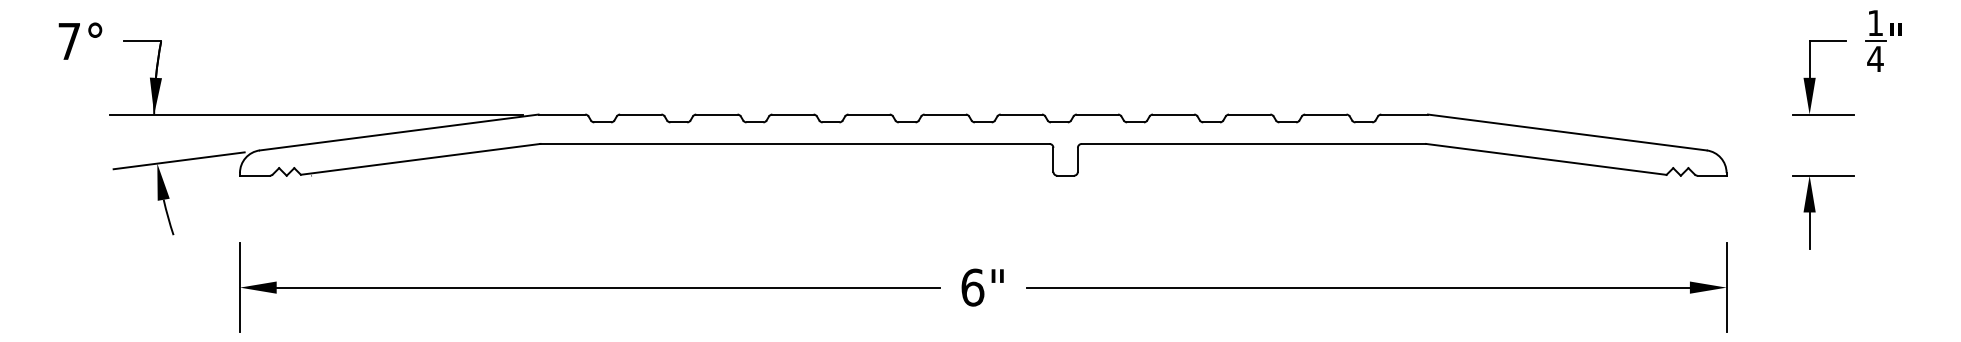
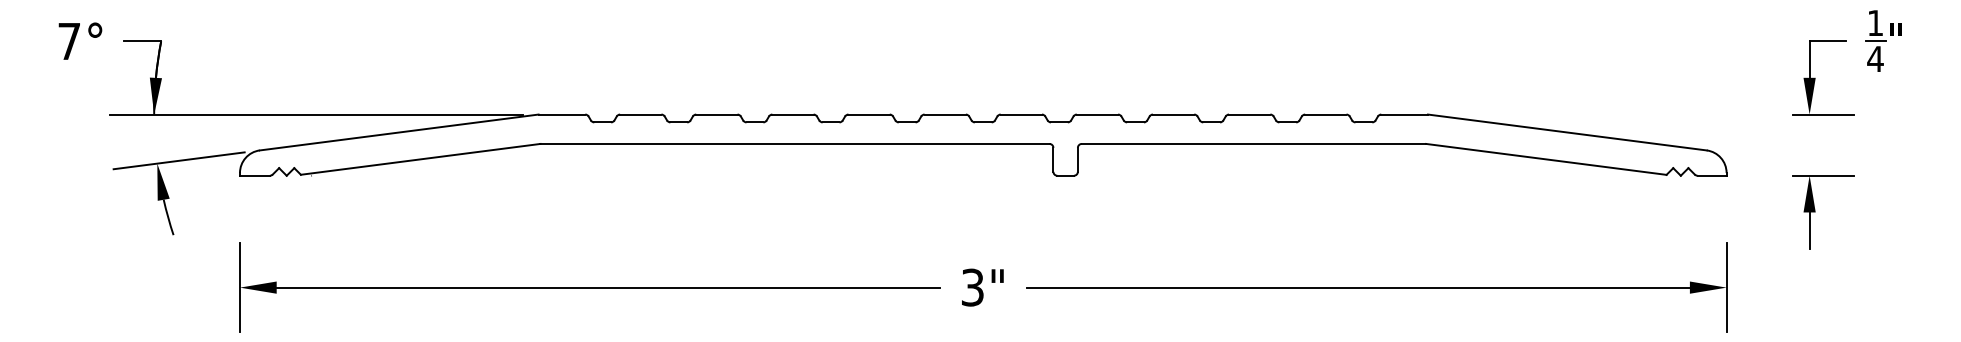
text at (972, 287): 6" -> 3"
